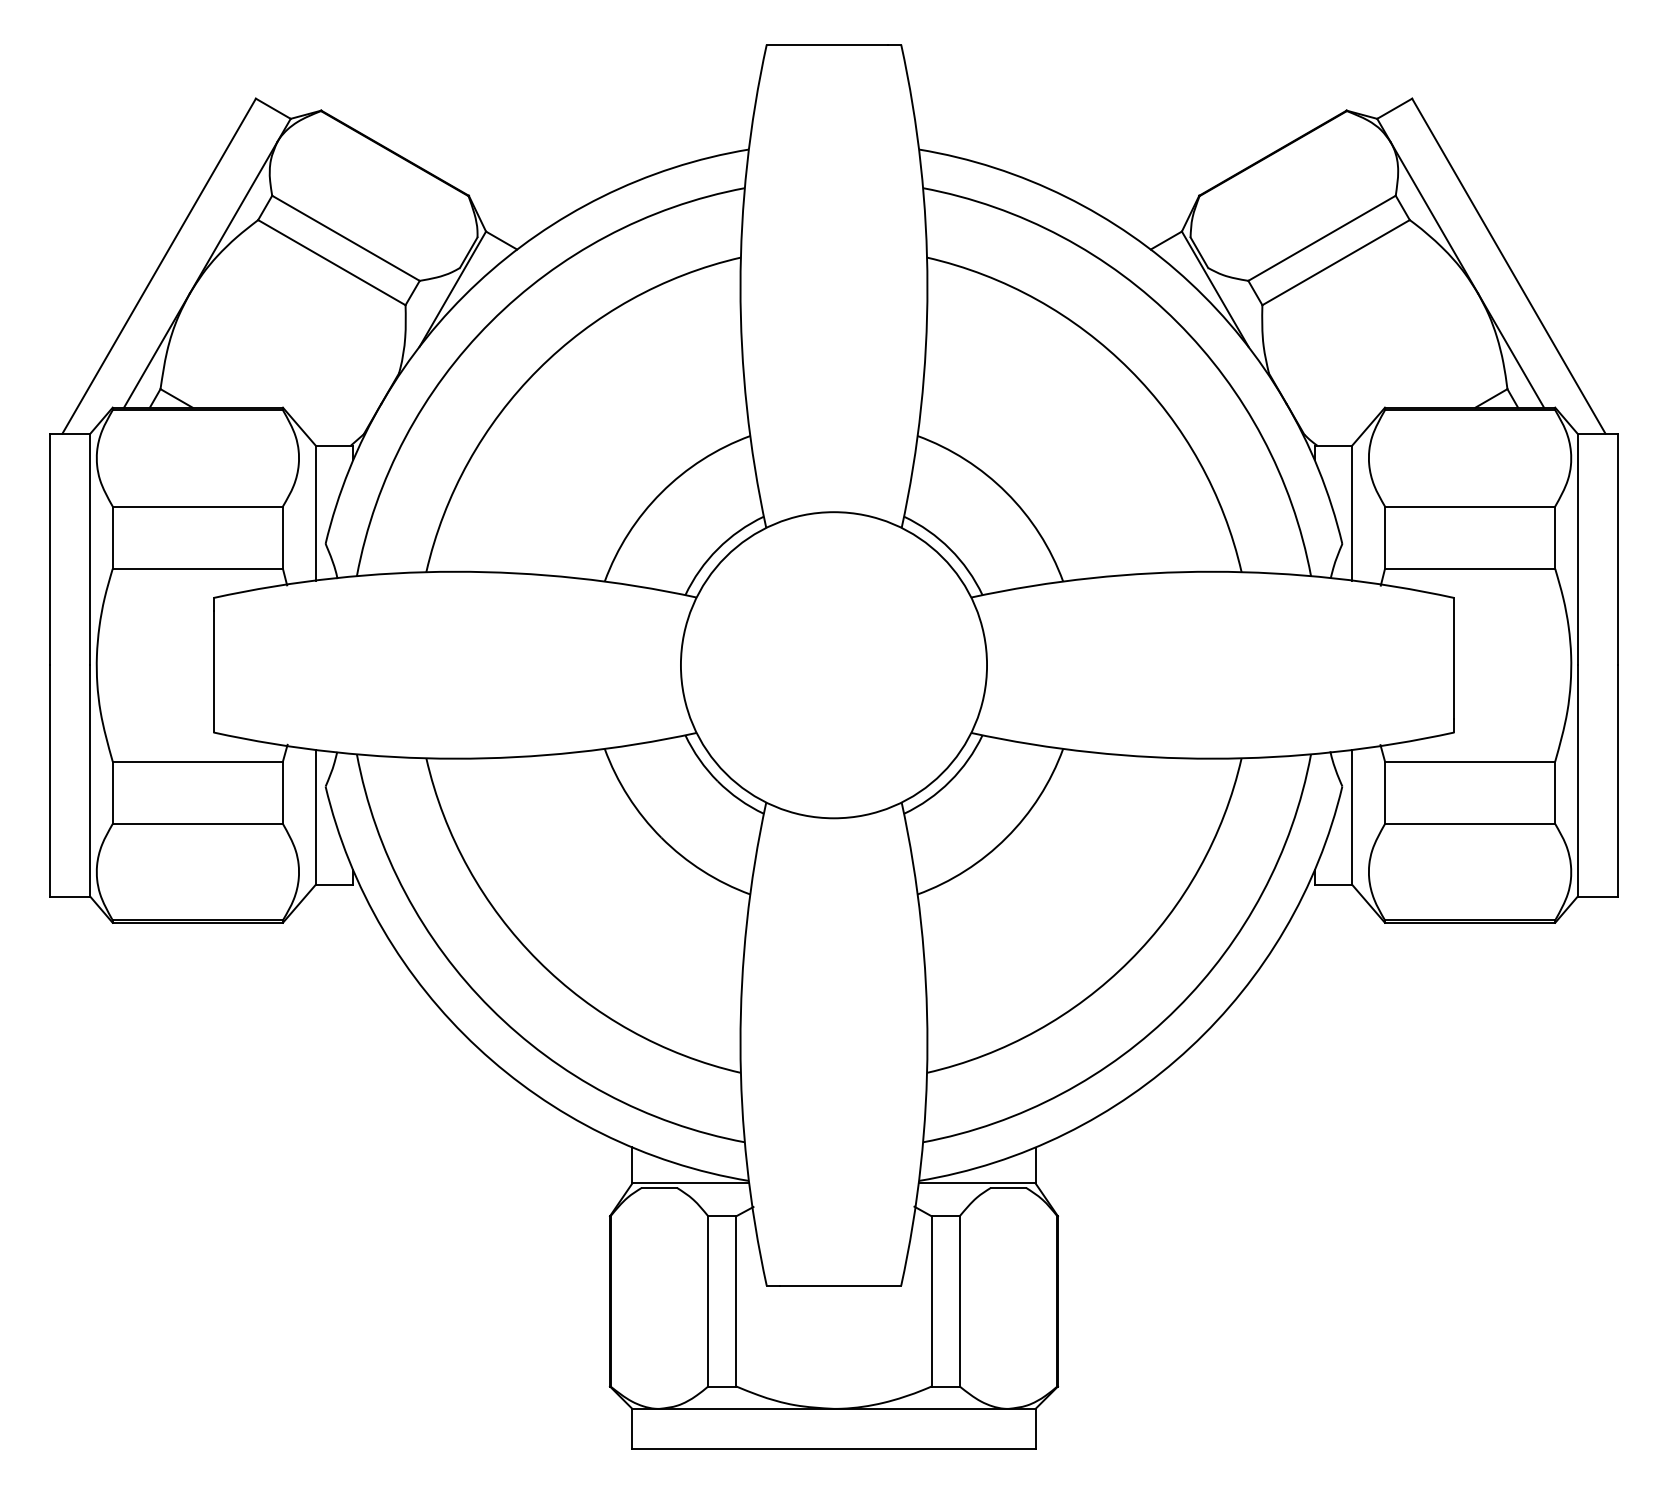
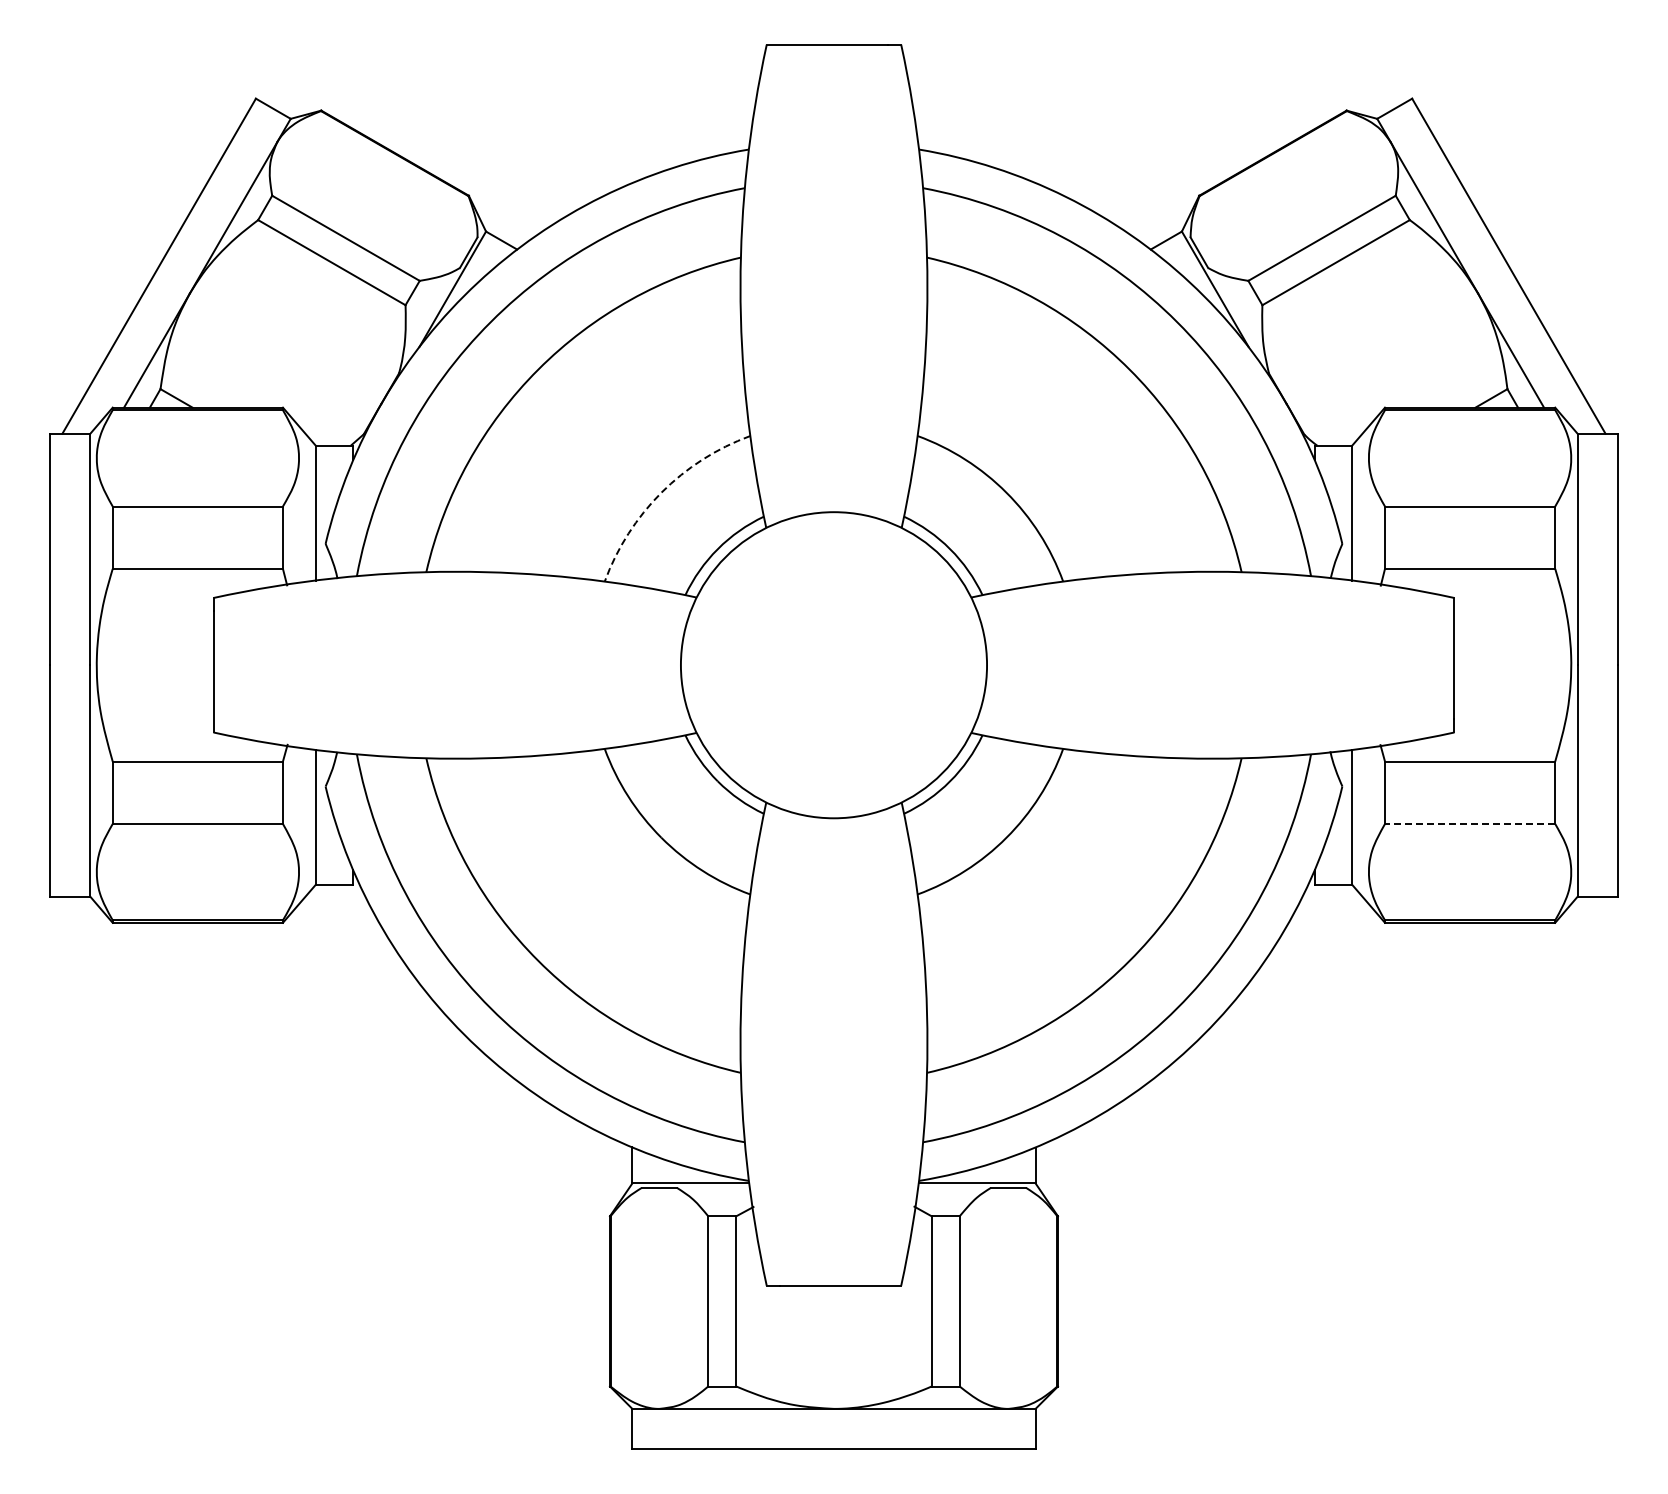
arc at (661, 492): solid -> dashed
line at (1469, 823): solid -> dashed
